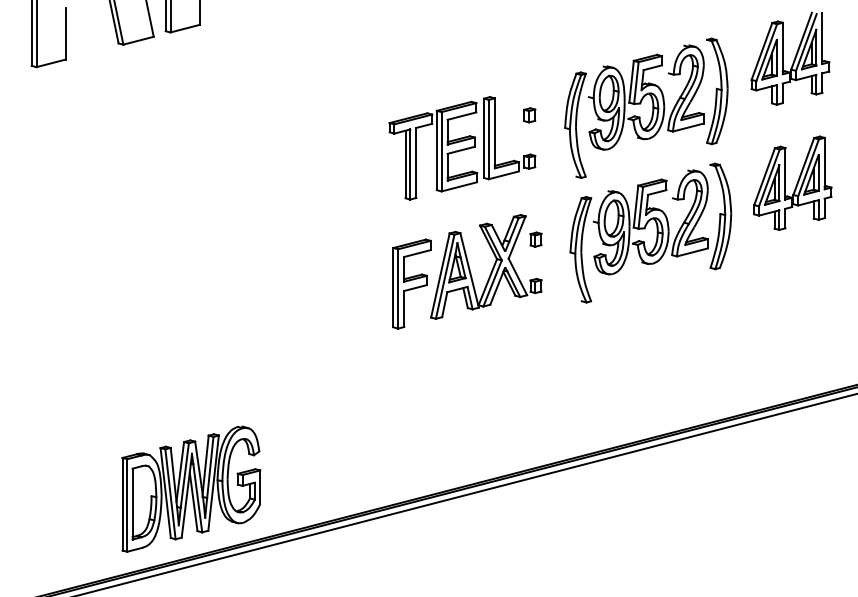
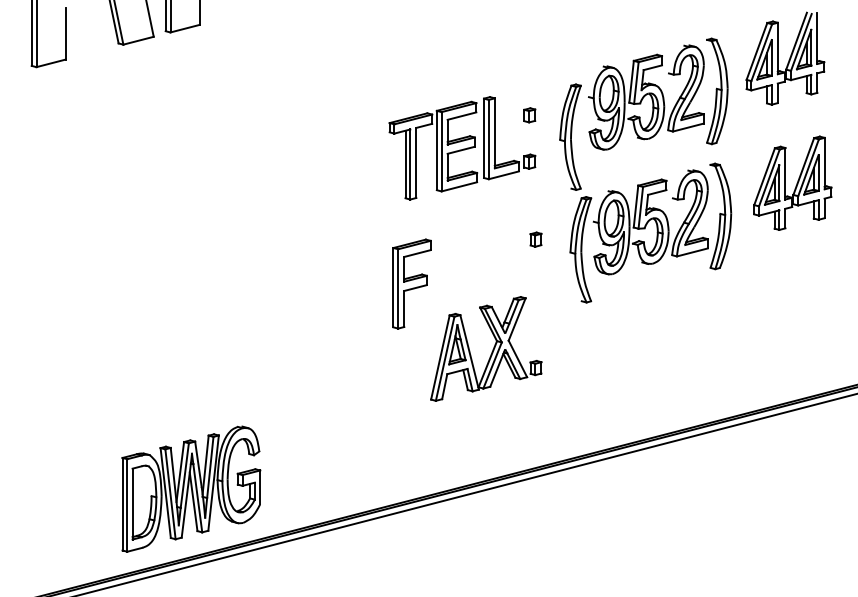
part at (790, 58) position: (790, 58) -> (785, 58)
part at (575, 124) position: (575, 124) -> (570, 136)
part at (486, 266) position: (486, 266) -> (486, 348)
